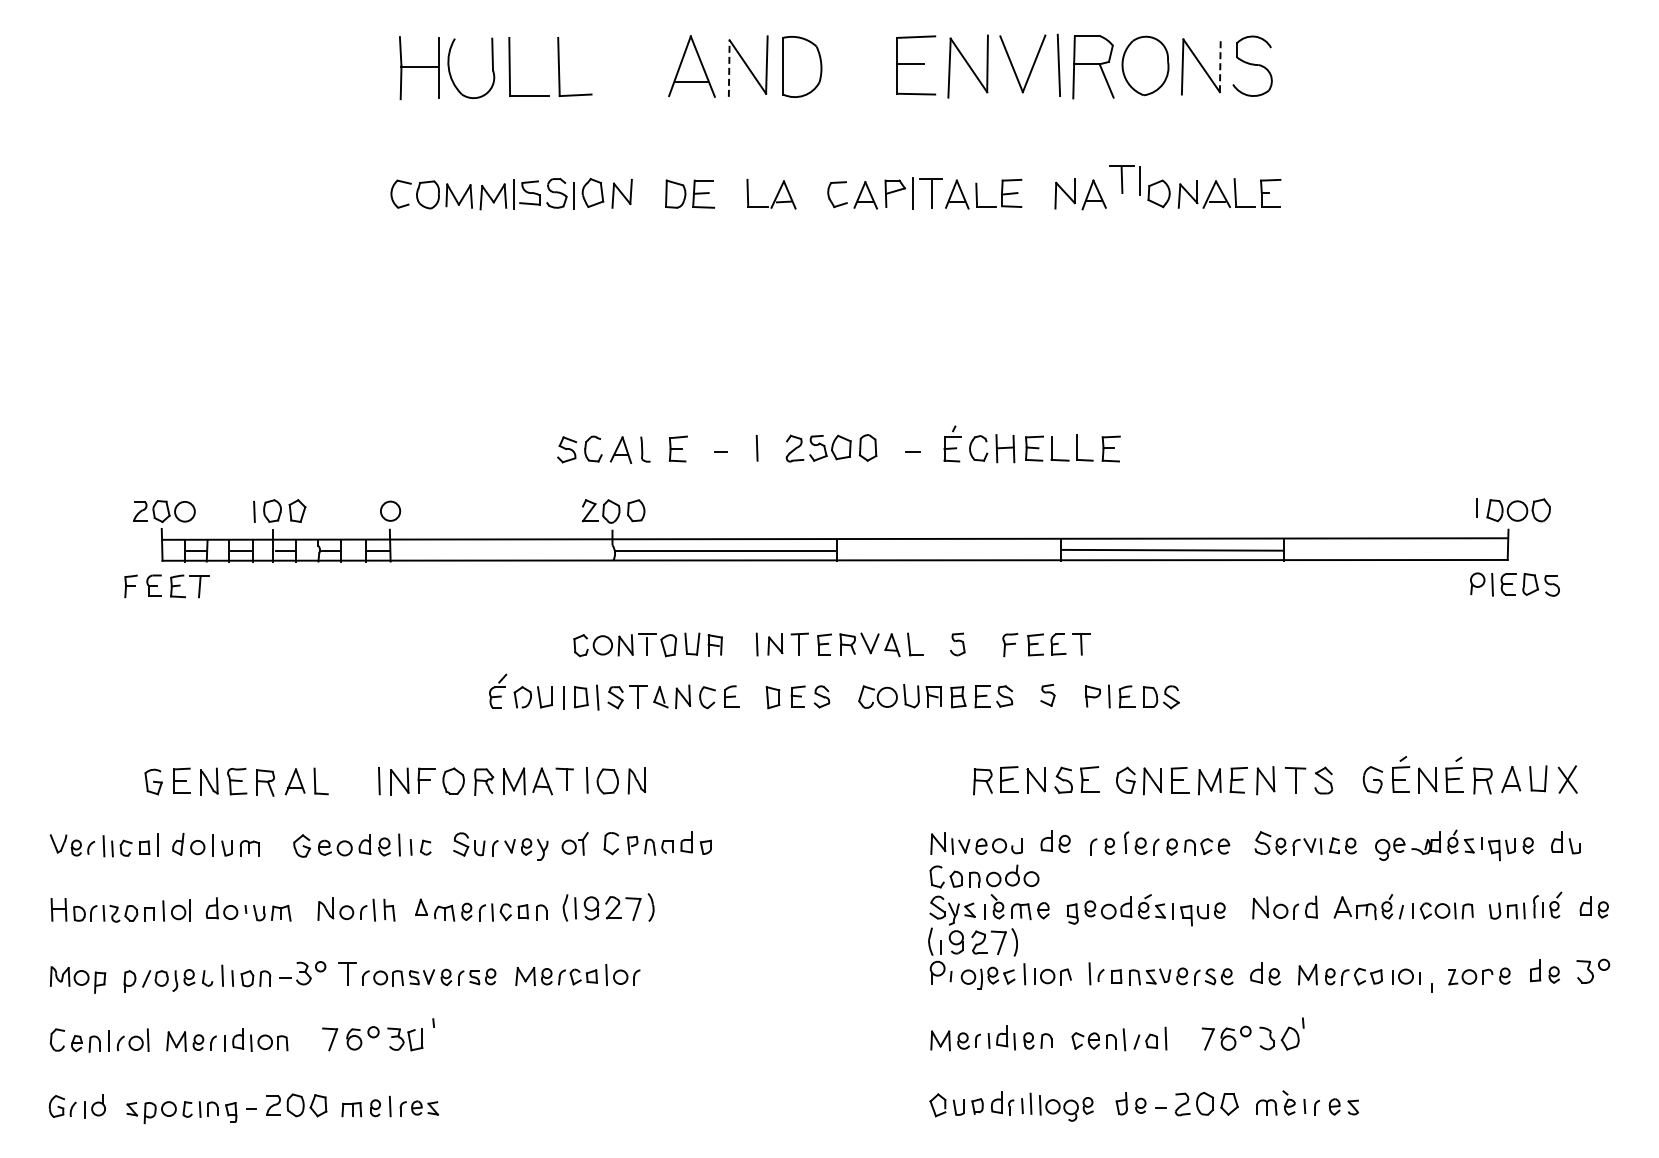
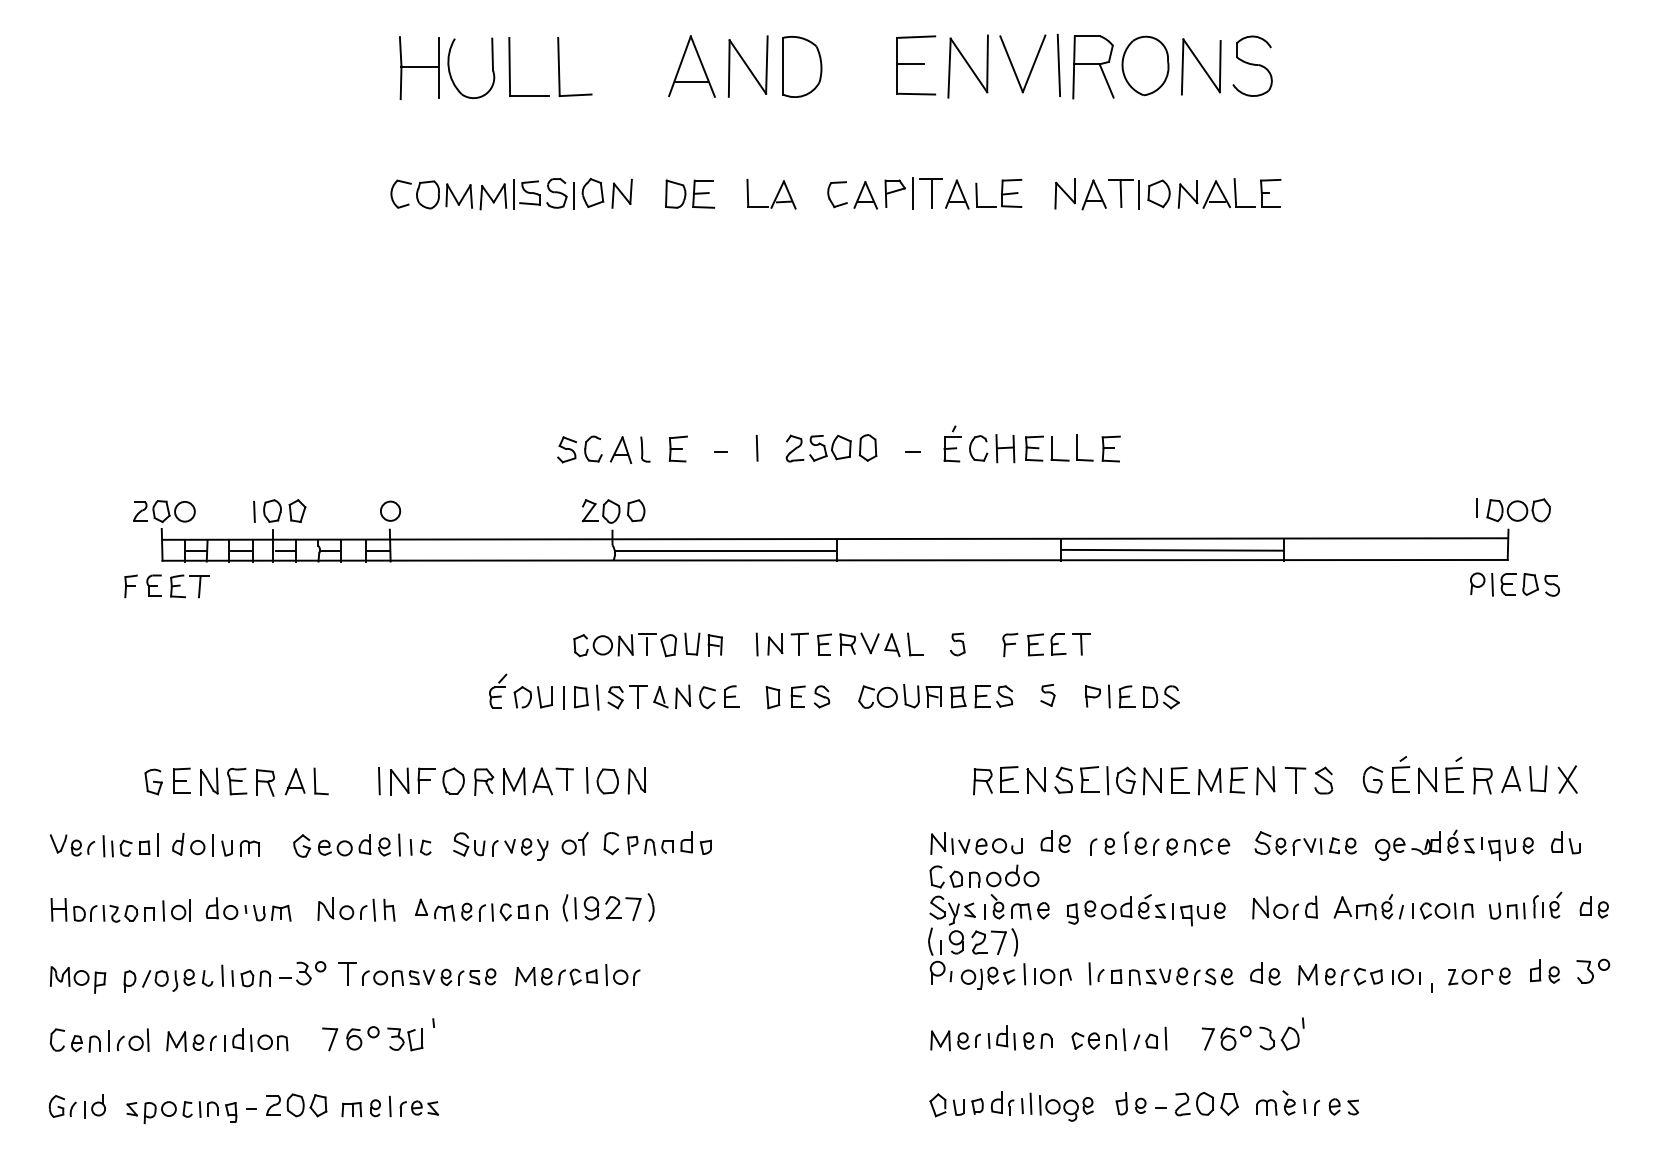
line at (1220, 66): dashed -> solid
line at (729, 68): dashed -> solid
part at (1124, 180) position: (1124, 180) -> (1123, 194)
line at (1107, 780): none -> present
